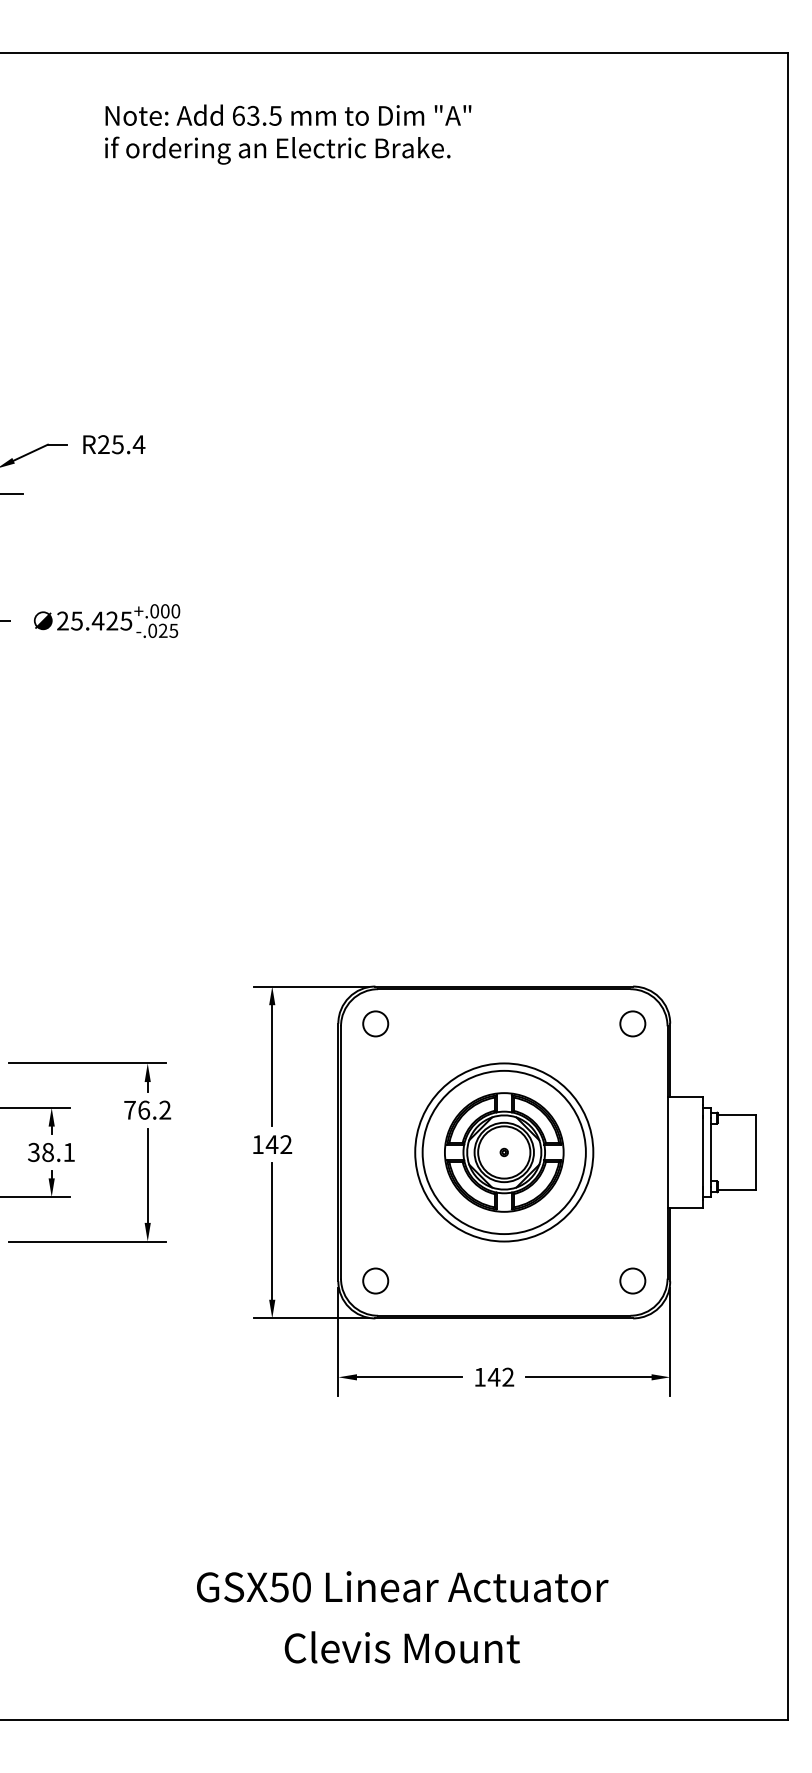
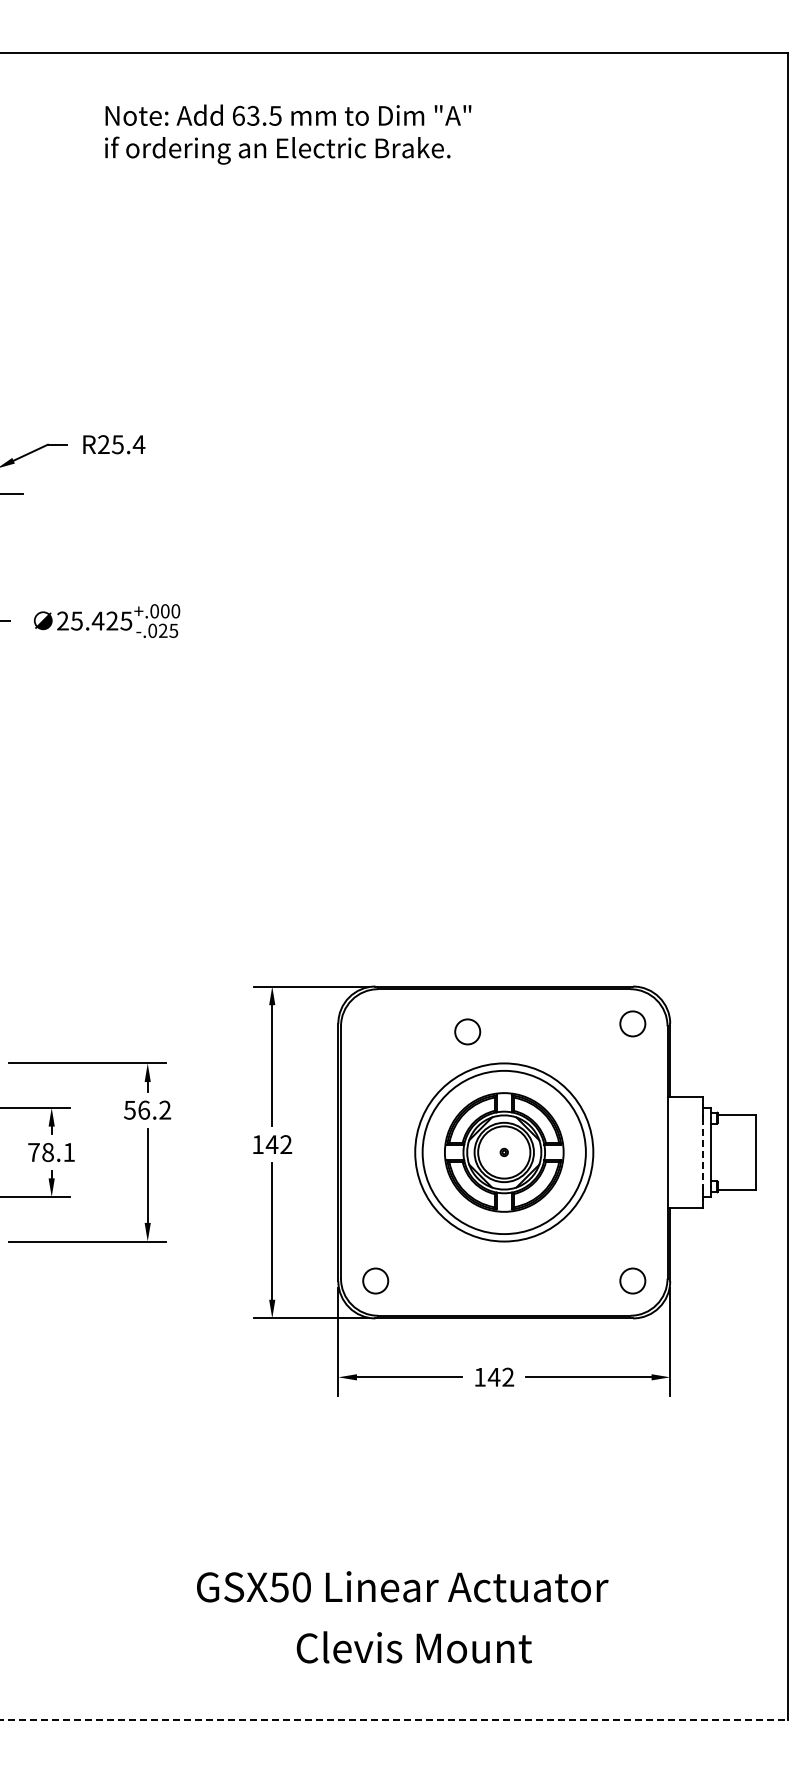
circle at (375, 1023) position: (375, 1023) -> (467, 1031)
text at (129, 1110): 76.2 -> 56.2
text at (33, 1152): 38.1 -> 78.1
line at (702, 1152): solid -> dashed
text at (401, 1647) position: (401, 1647) -> (413, 1647)
line at (393, 1719): solid -> dashed
